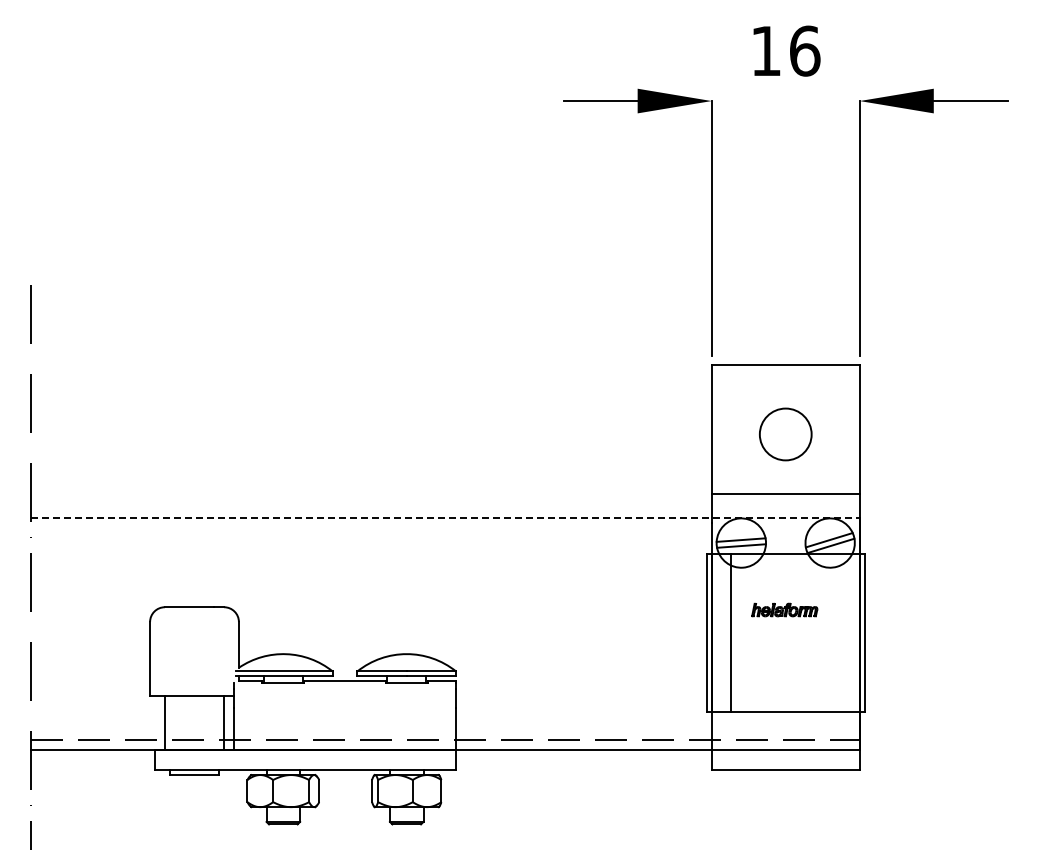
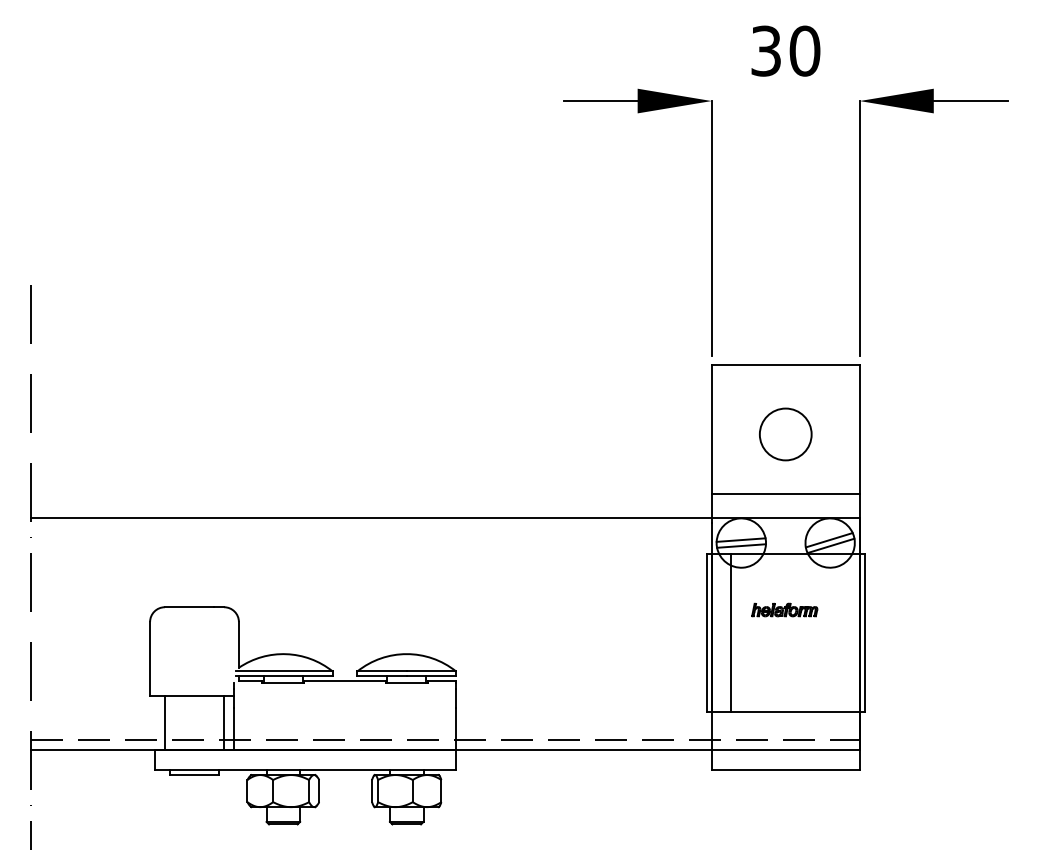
text at (785, 50): 16 -> 30
line at (445, 518): dashed -> solid
